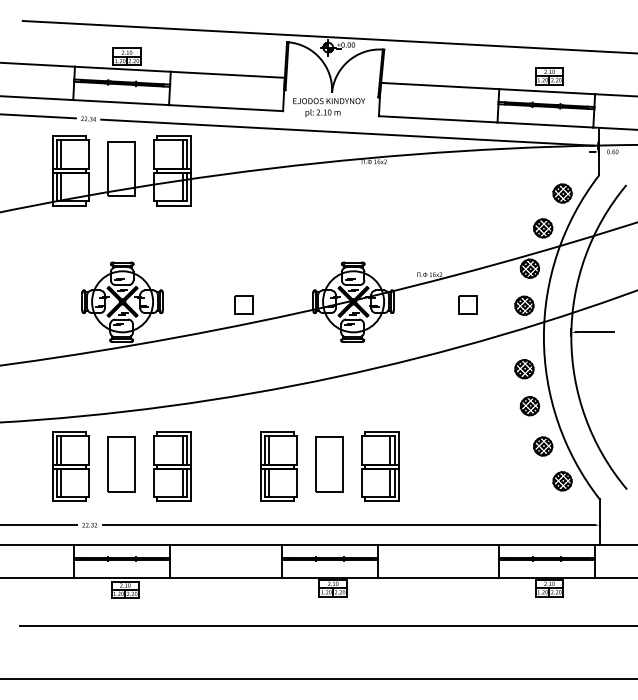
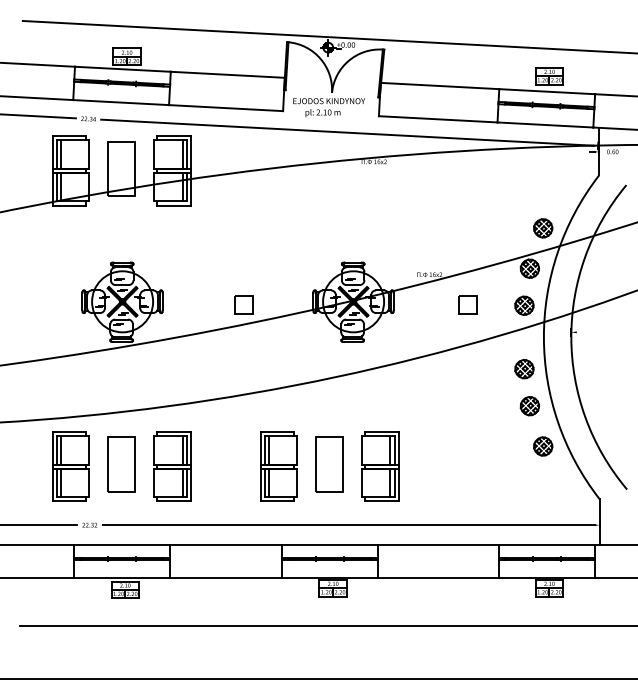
part at (562, 193): present -> none
line at (594, 332): present -> none
part at (562, 481): present -> none
